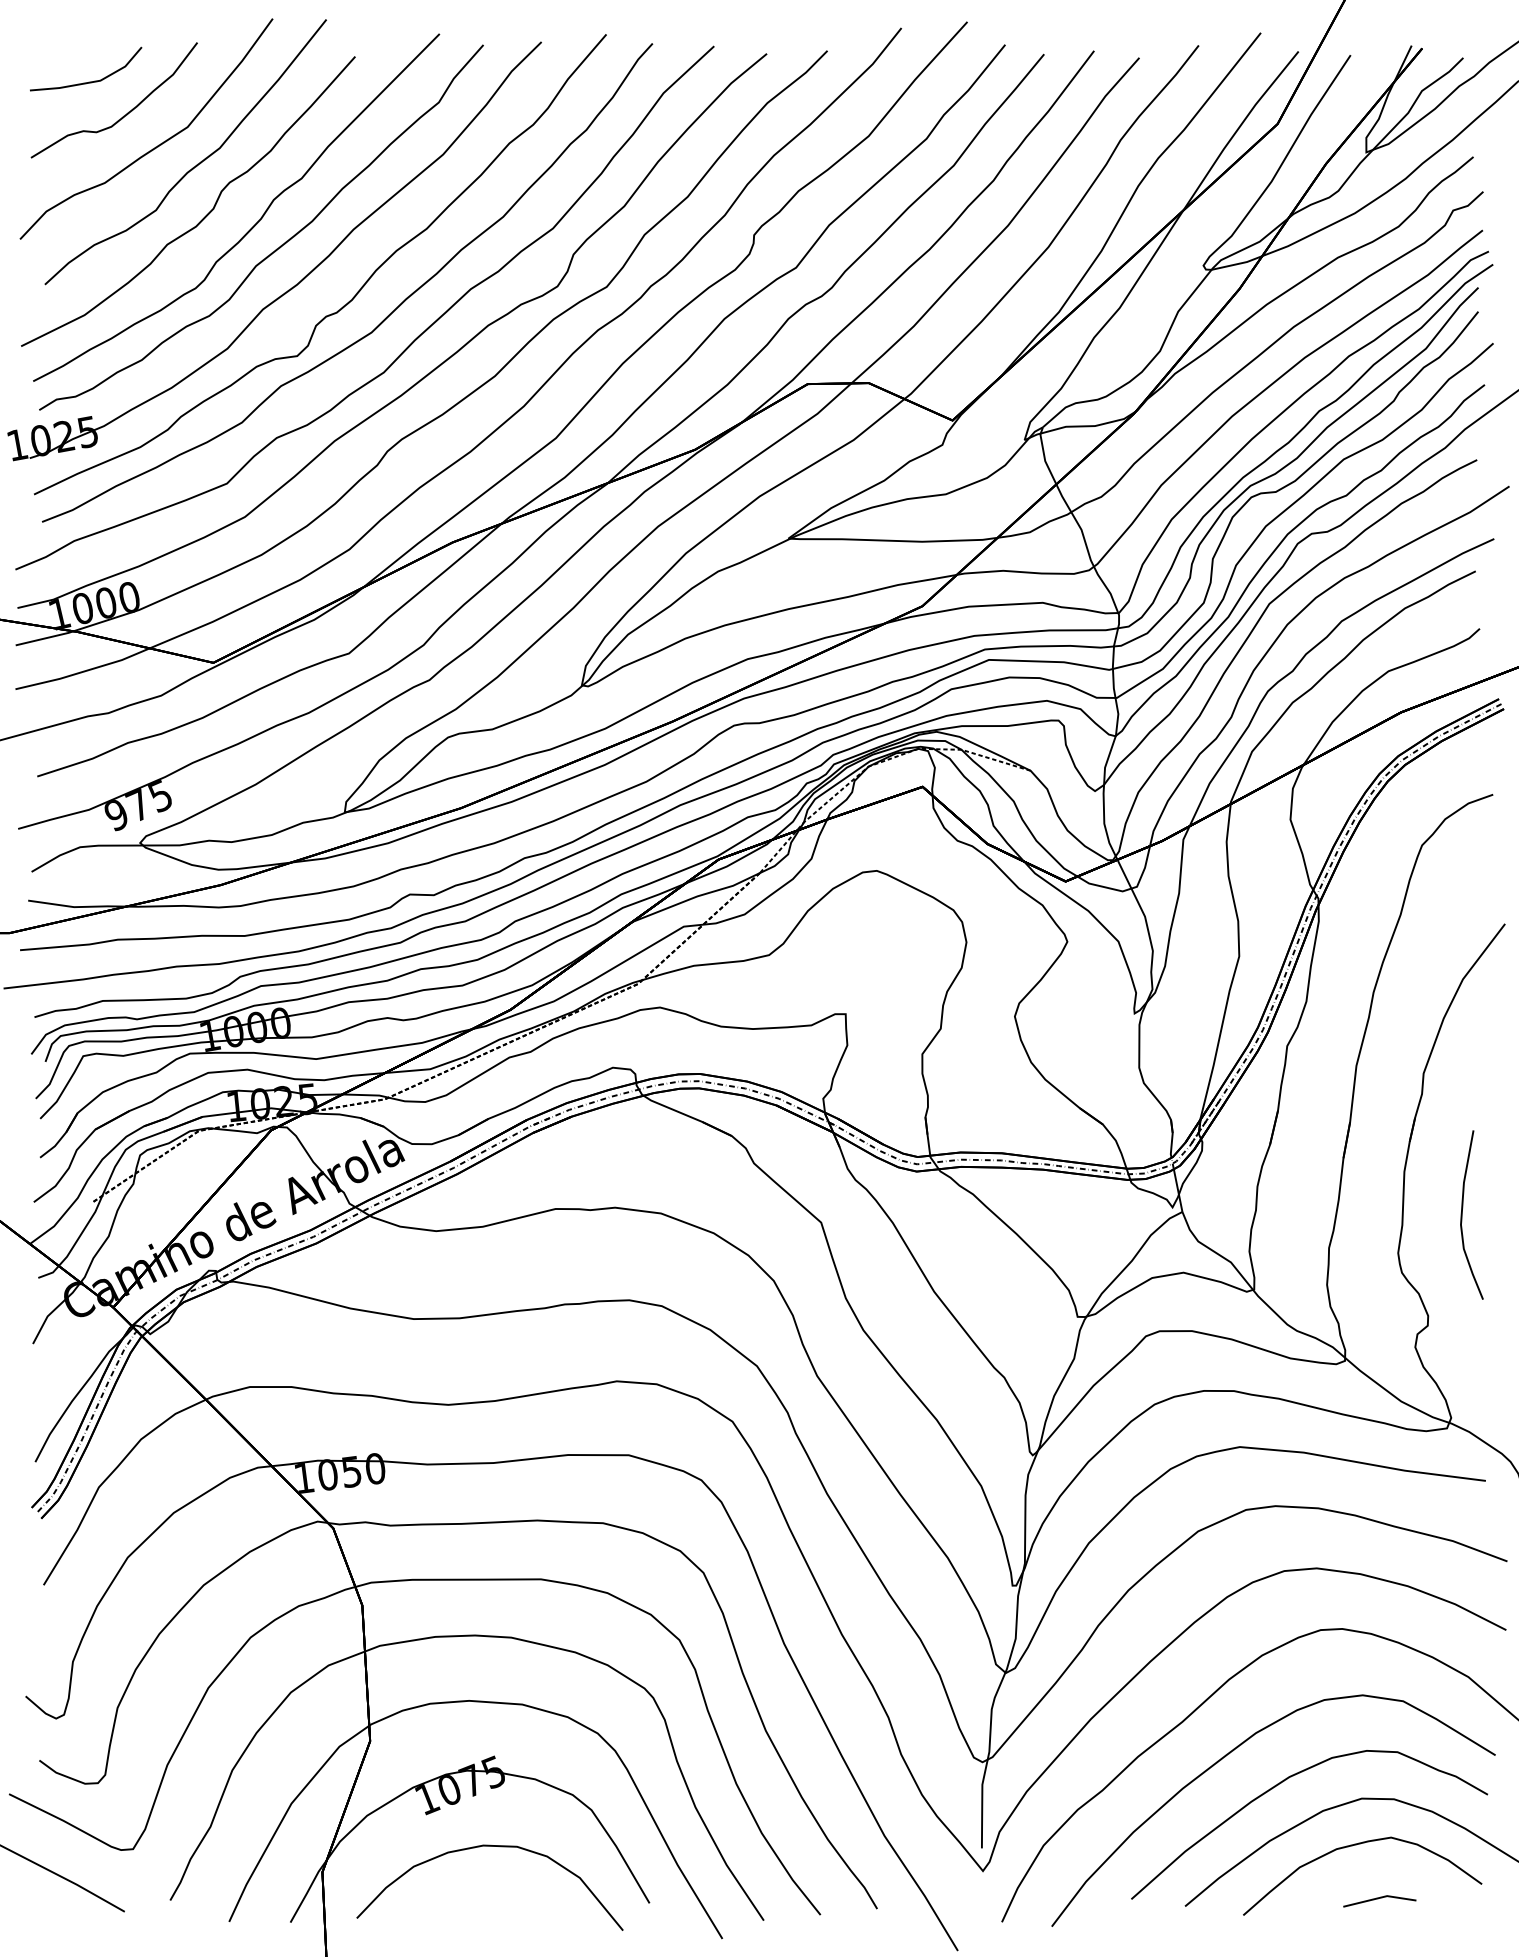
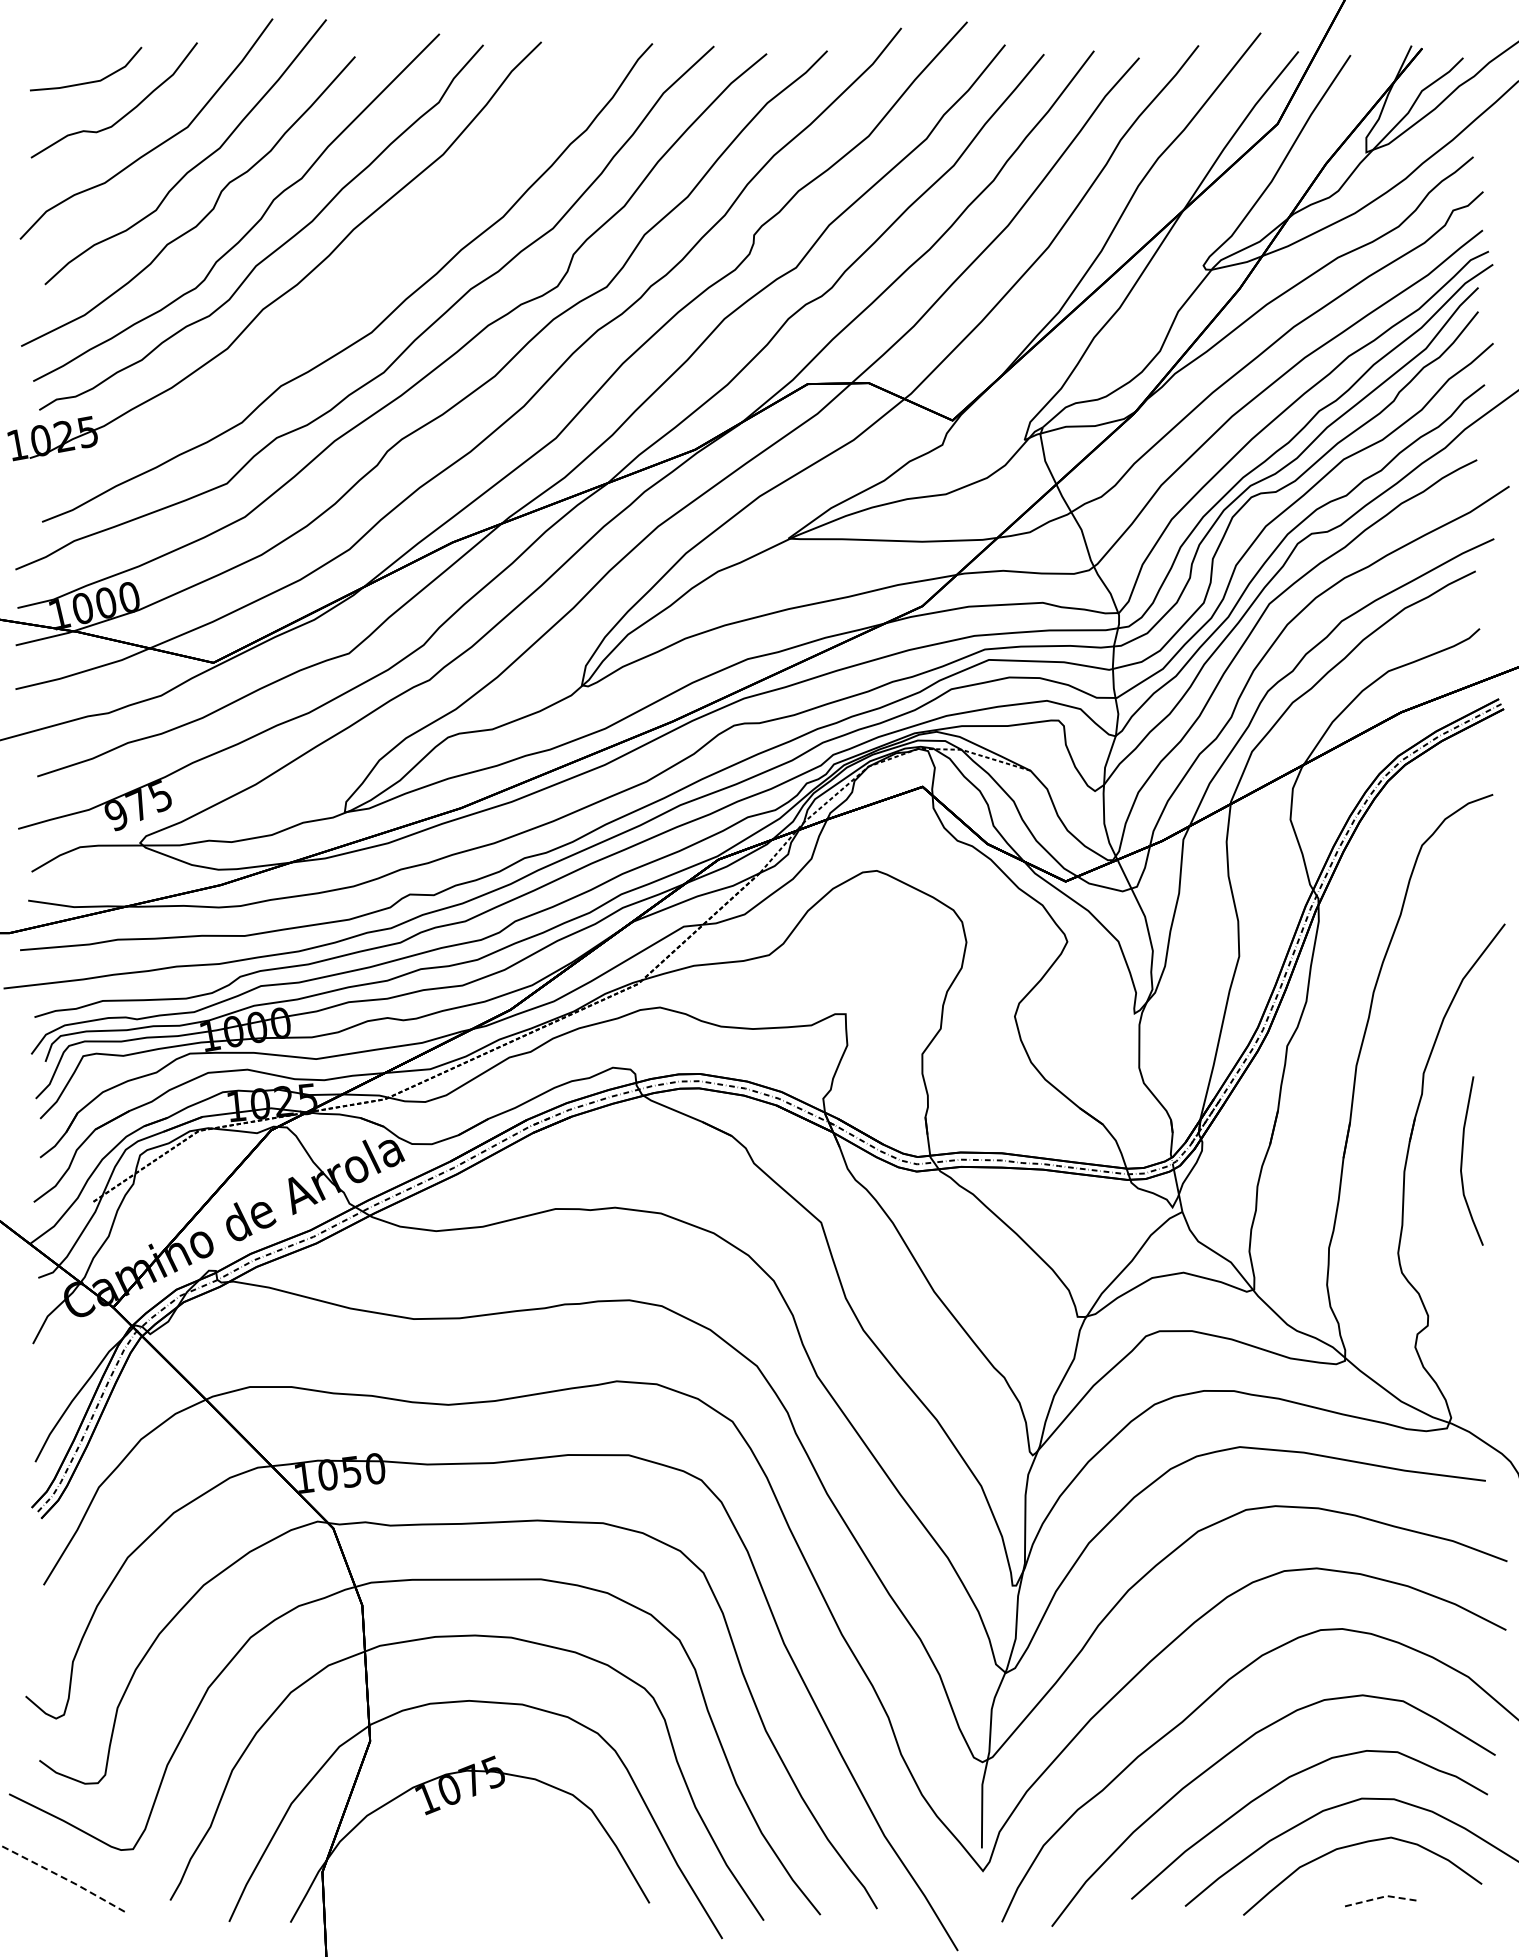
curve at (356, 292): present -> none
curve at (1462, 1214) position: (1462, 1214) -> (1462, 1160)
curve at (489, 1846): present -> none
line at (62, 1877): solid -> dashed
line at (1379, 1897): solid -> dashed
